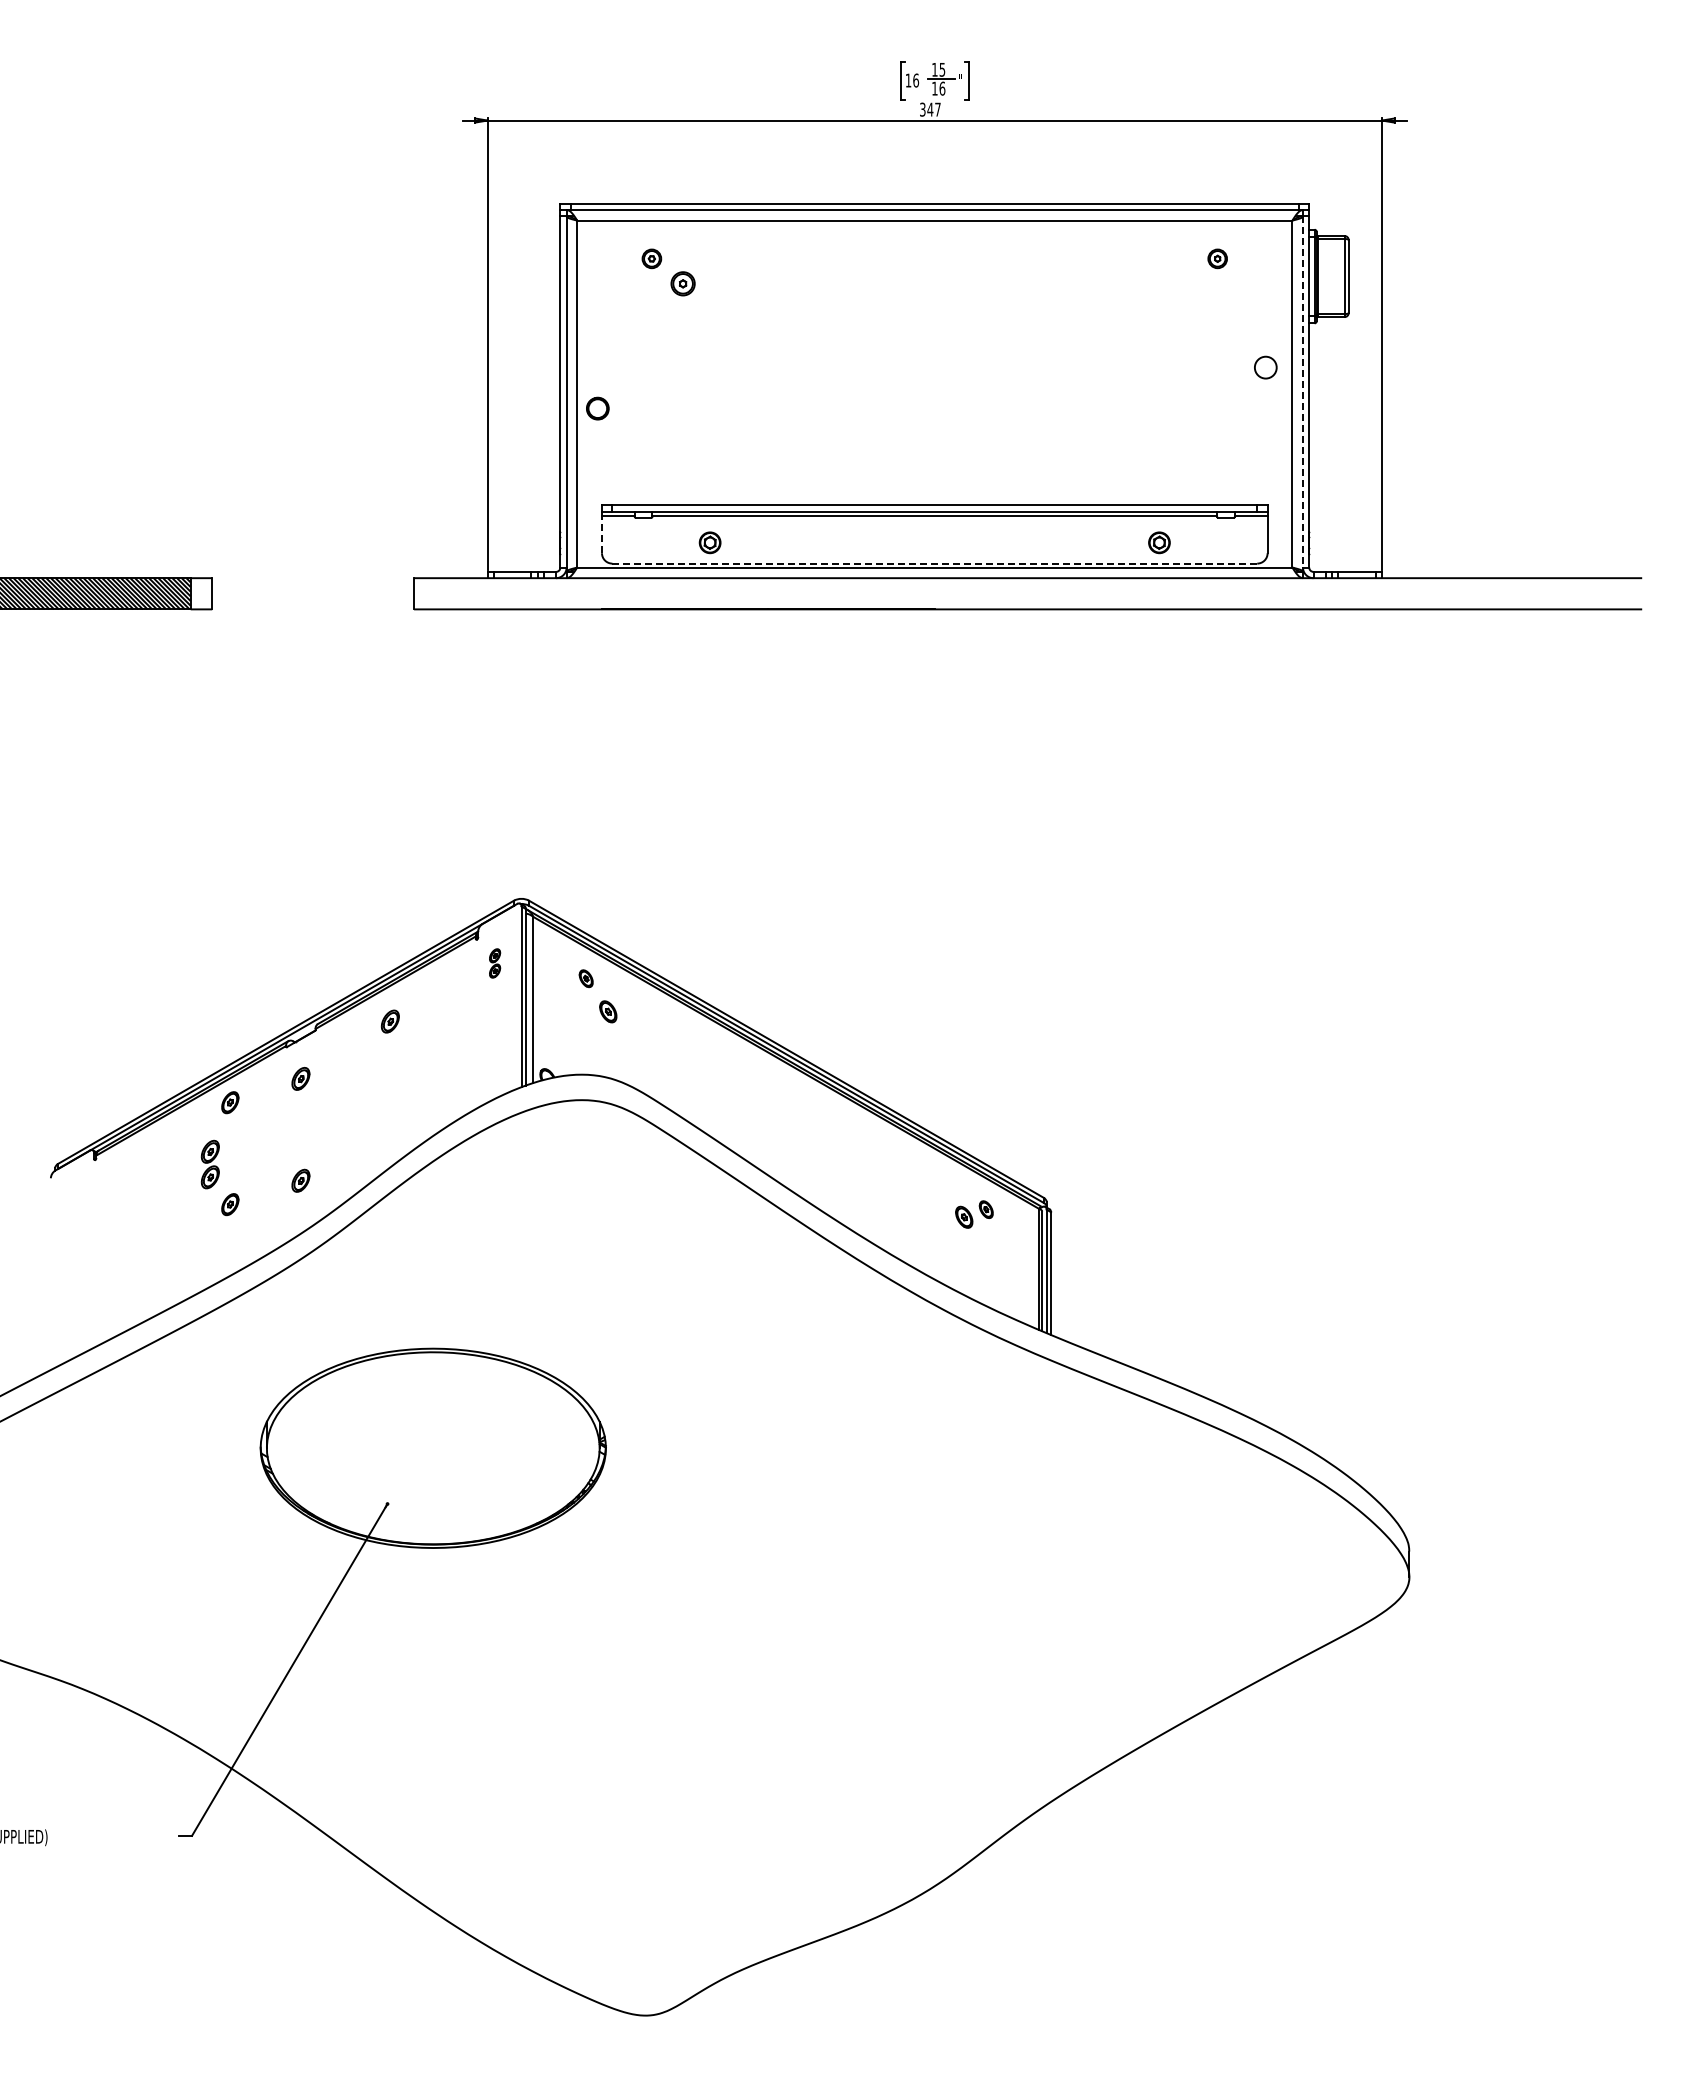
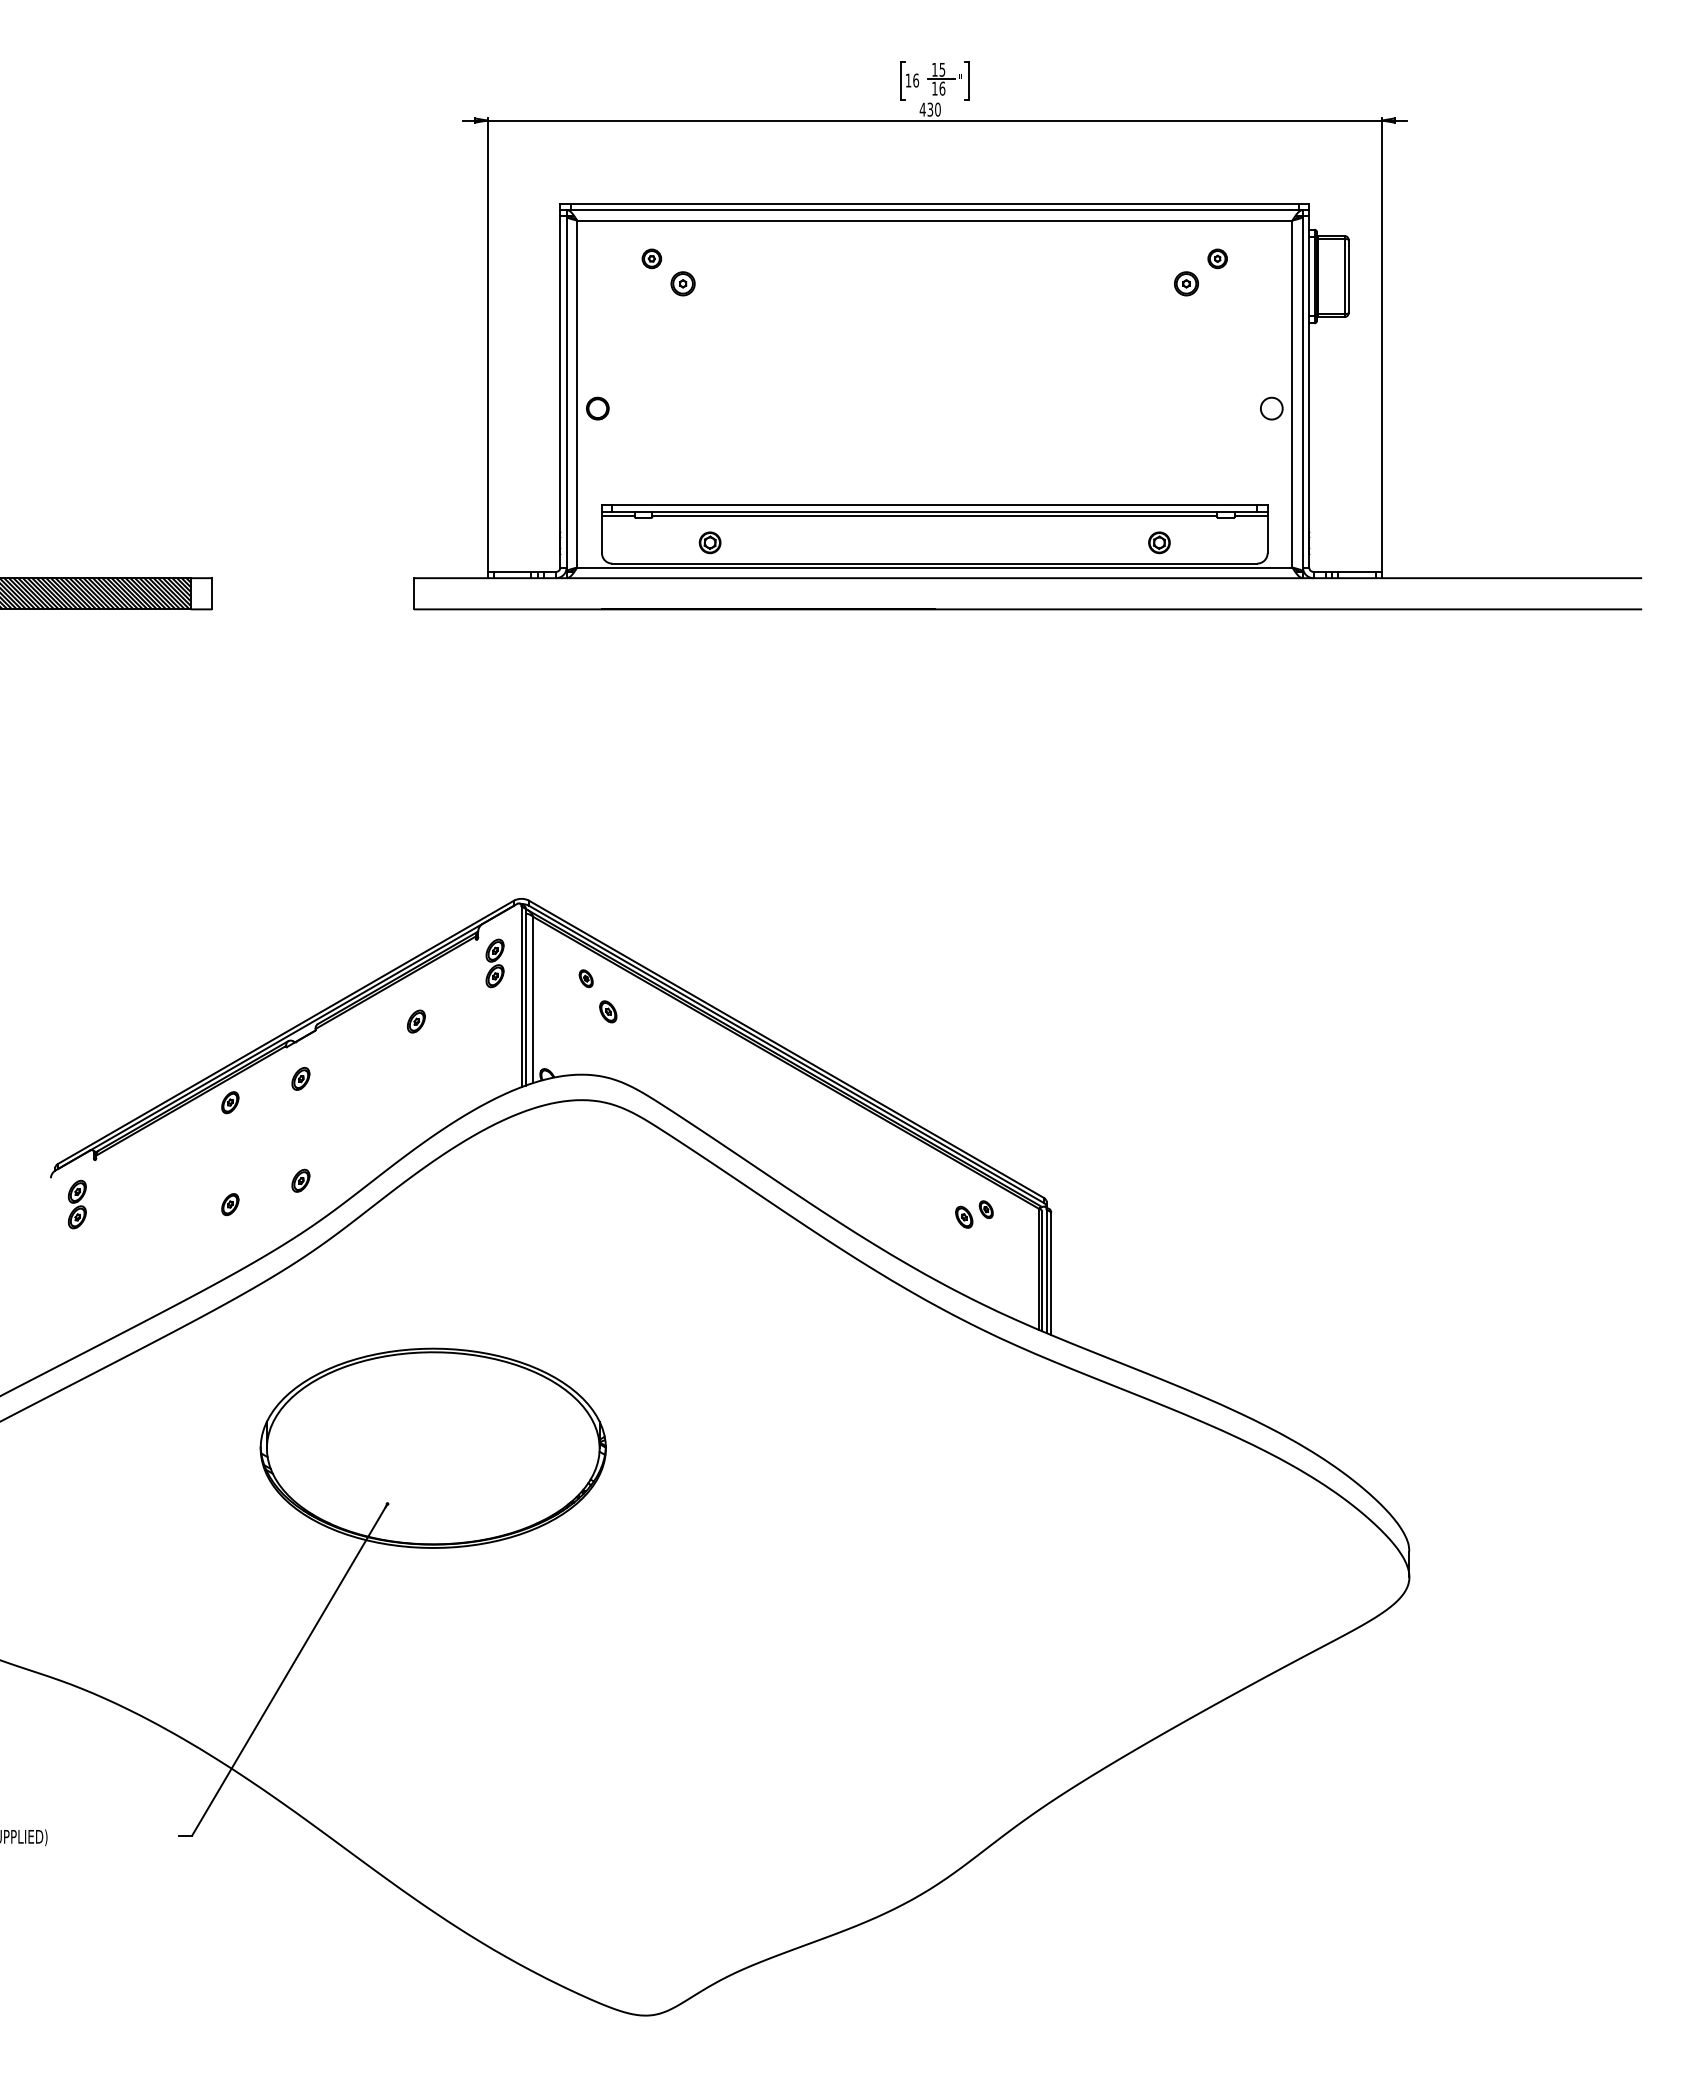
text at (929, 109): 347 -> 430
part at (1186, 283): none -> present
circle at (1265, 367) position: (1265, 367) -> (1271, 408)
line at (1302, 391): dashed -> solid
line at (601, 534): dashed -> solid
line at (934, 563): dashed -> solid
part at (495, 963) size: 13x31 px -> 20x51 px
part at (389, 1021) position: (389, 1021) -> (415, 1021)
part at (209, 1164) position: (209, 1164) -> (76, 1204)
